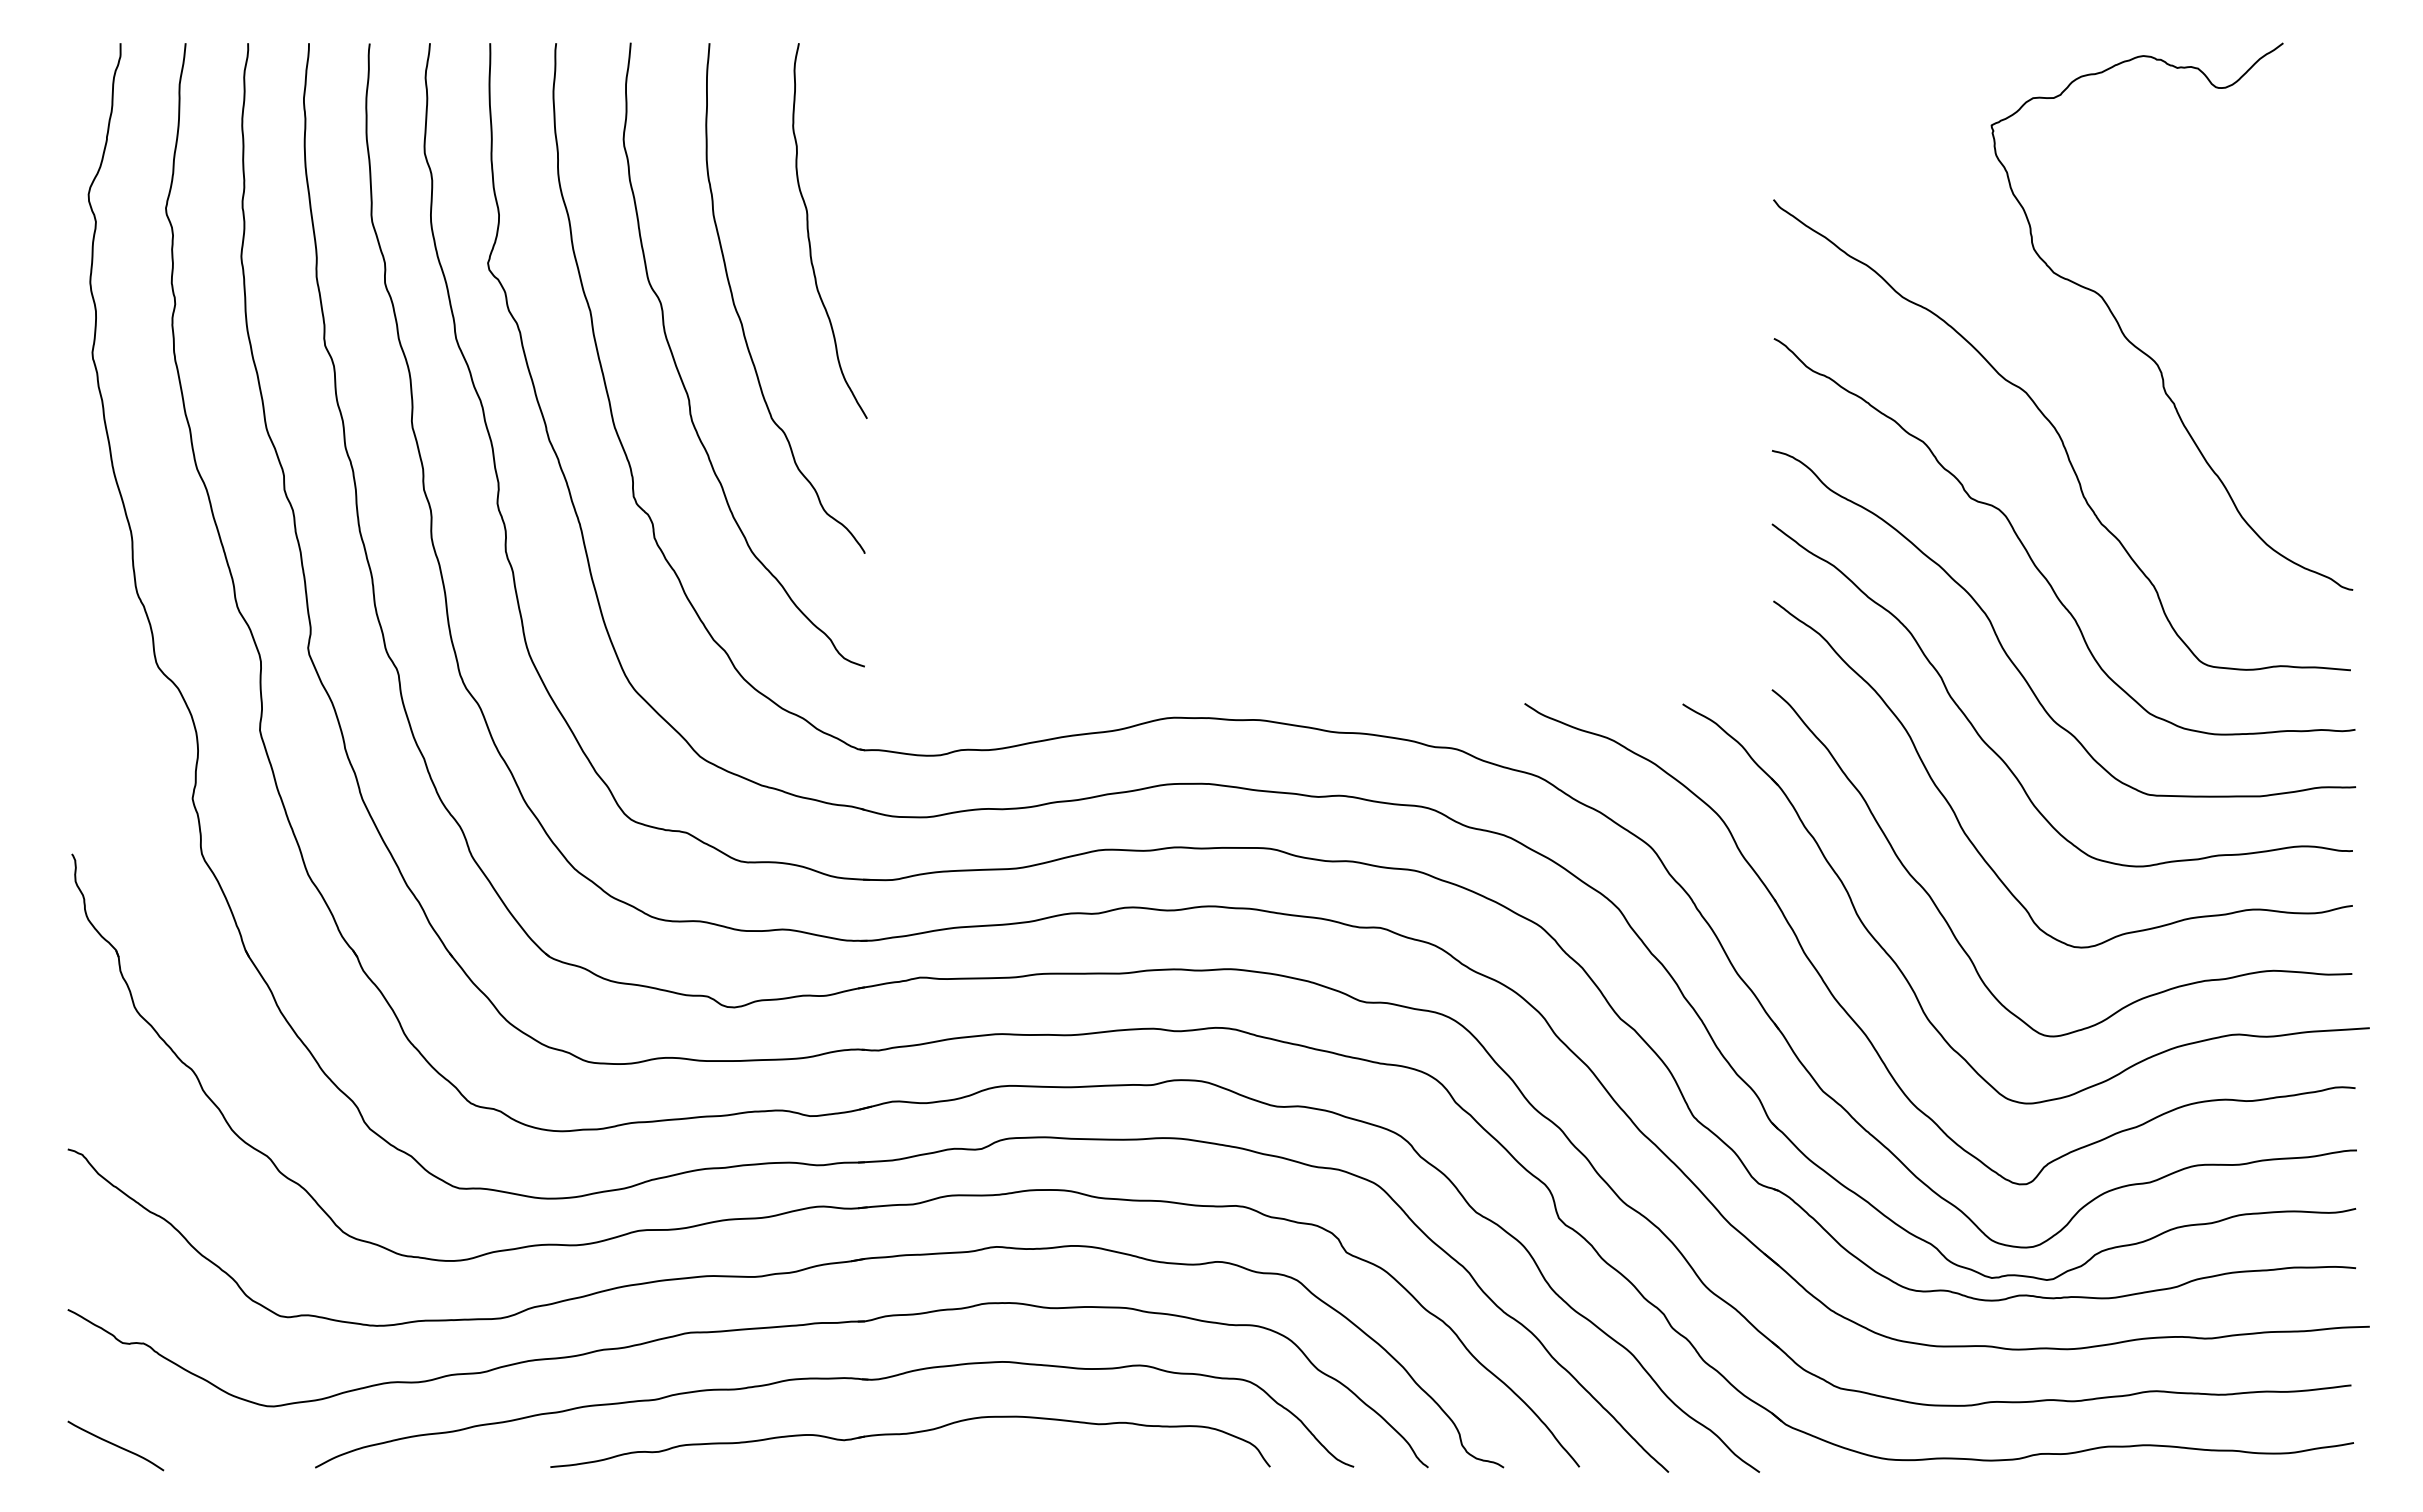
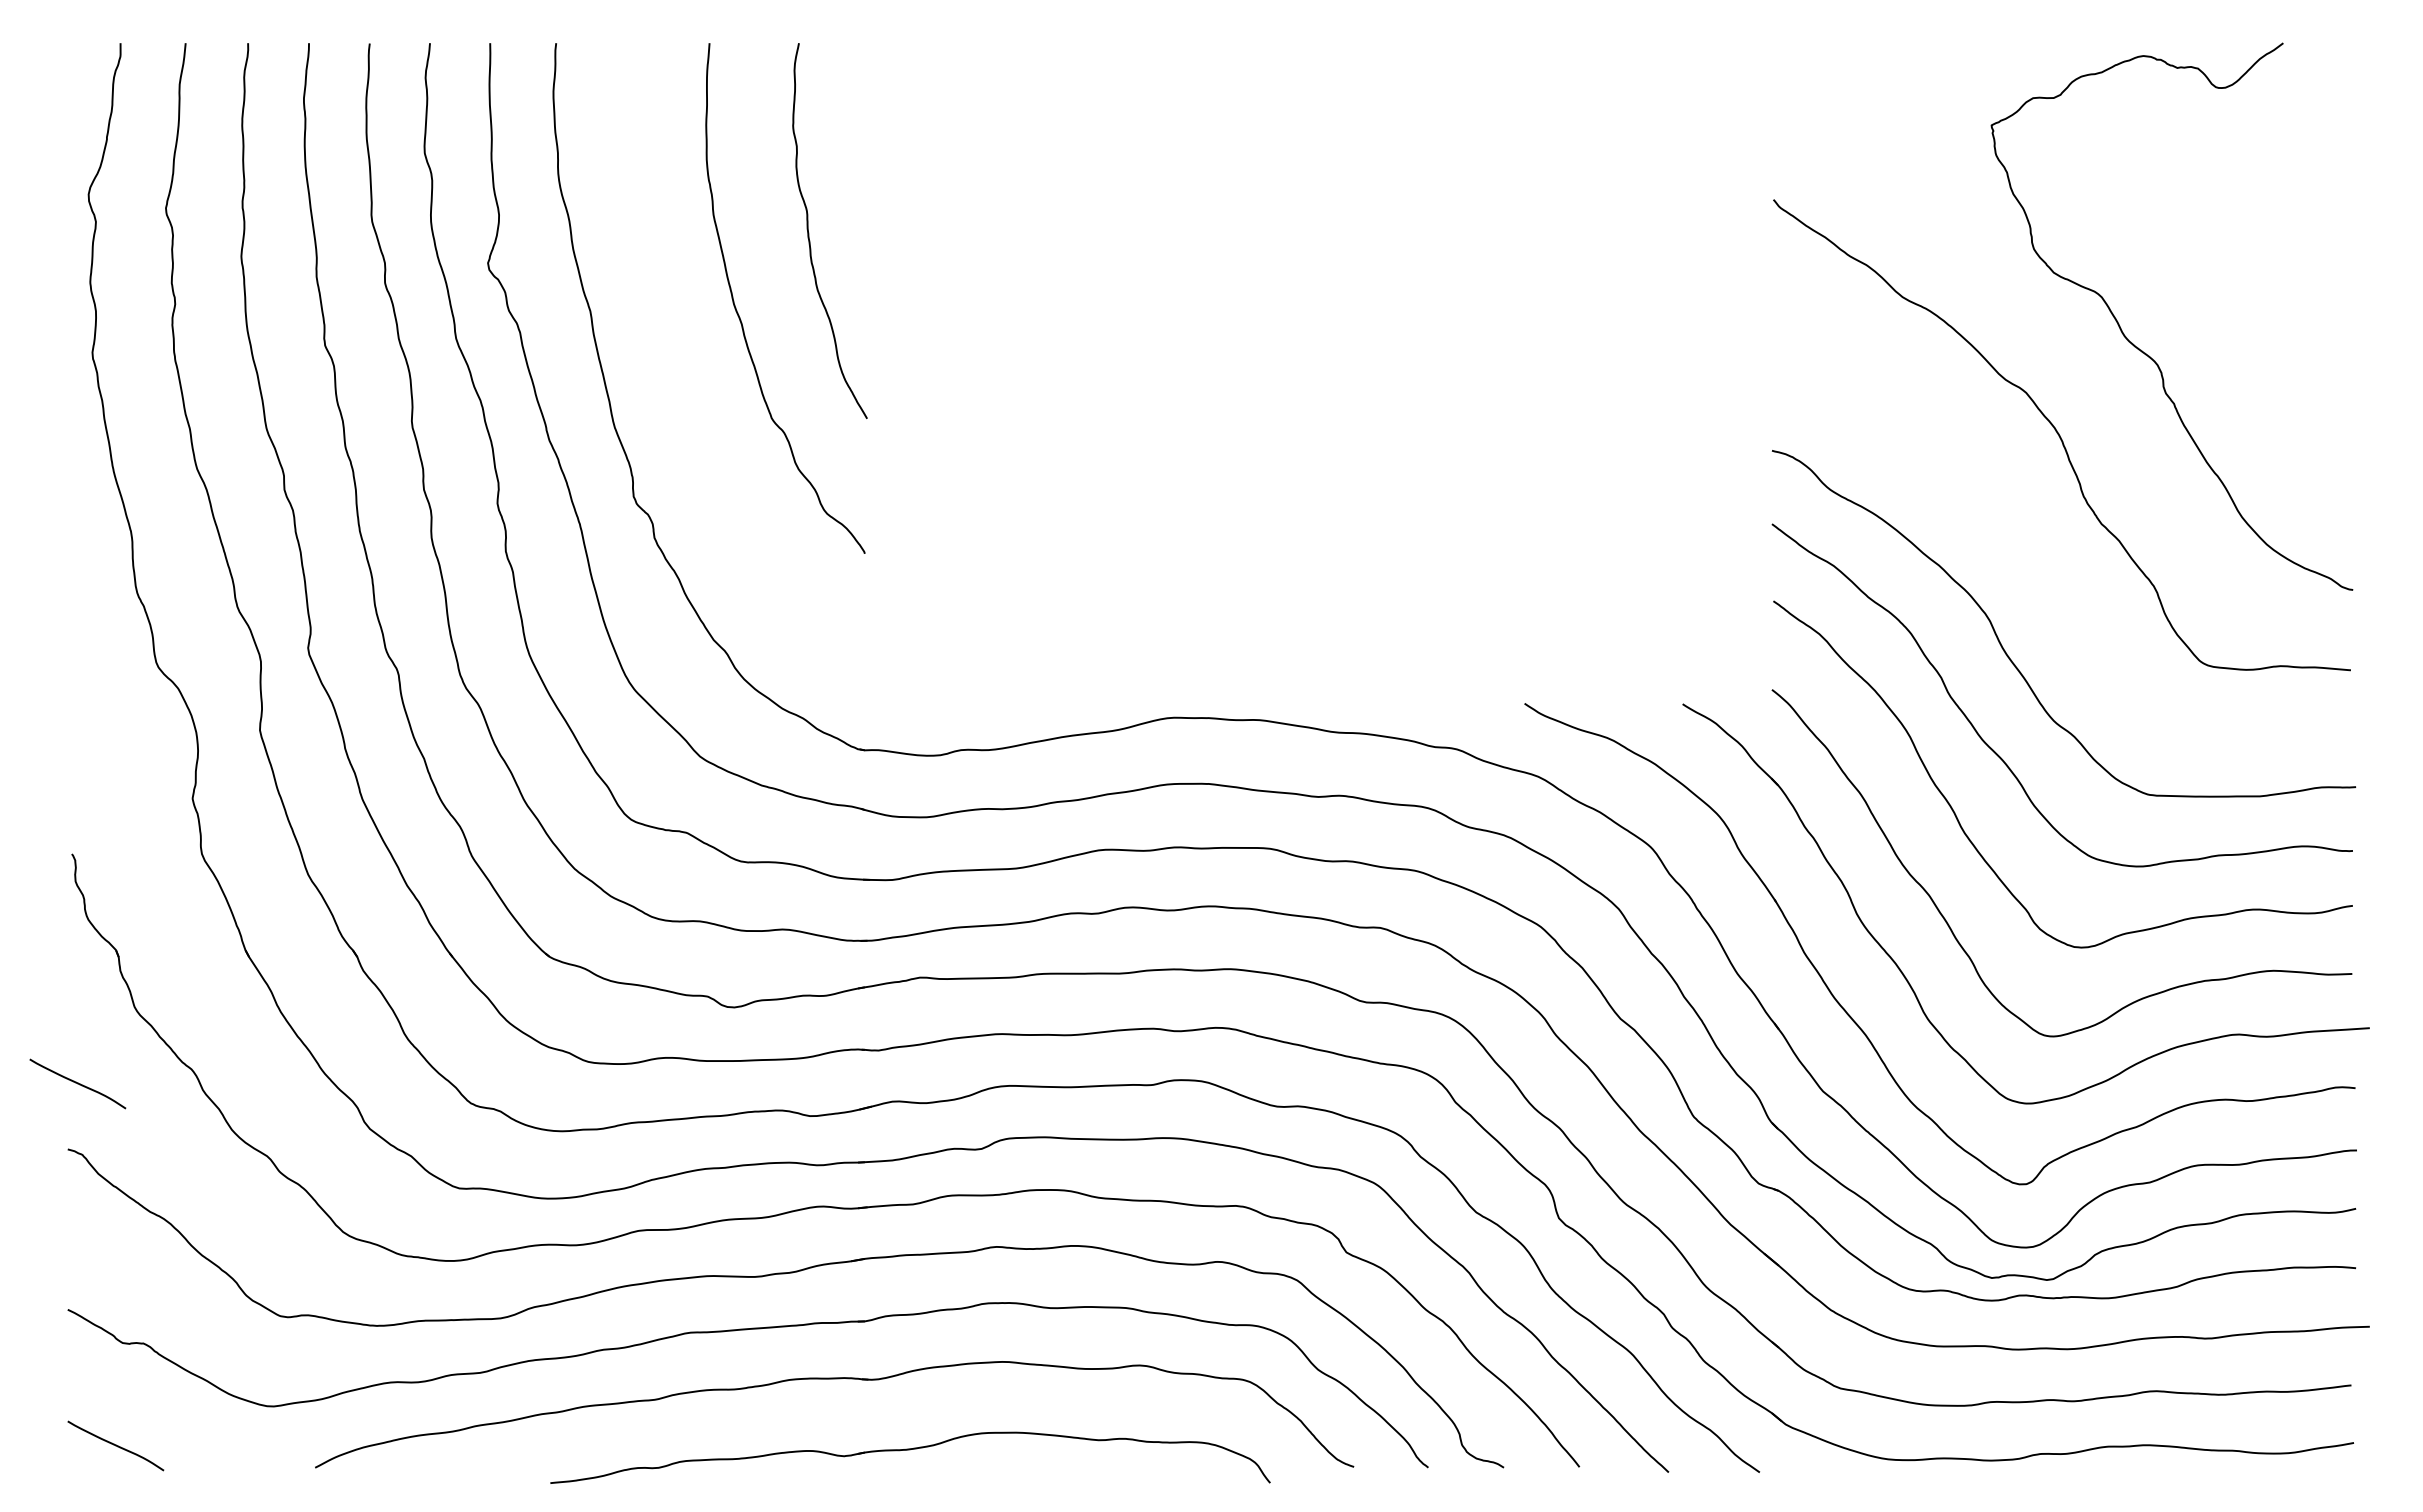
curve at (681, 376): present -> none
curve at (2029, 553): present -> none
curve at (77, 1083): none -> present
part at (910, 1434) position: (910, 1434) -> (910, 1450)
